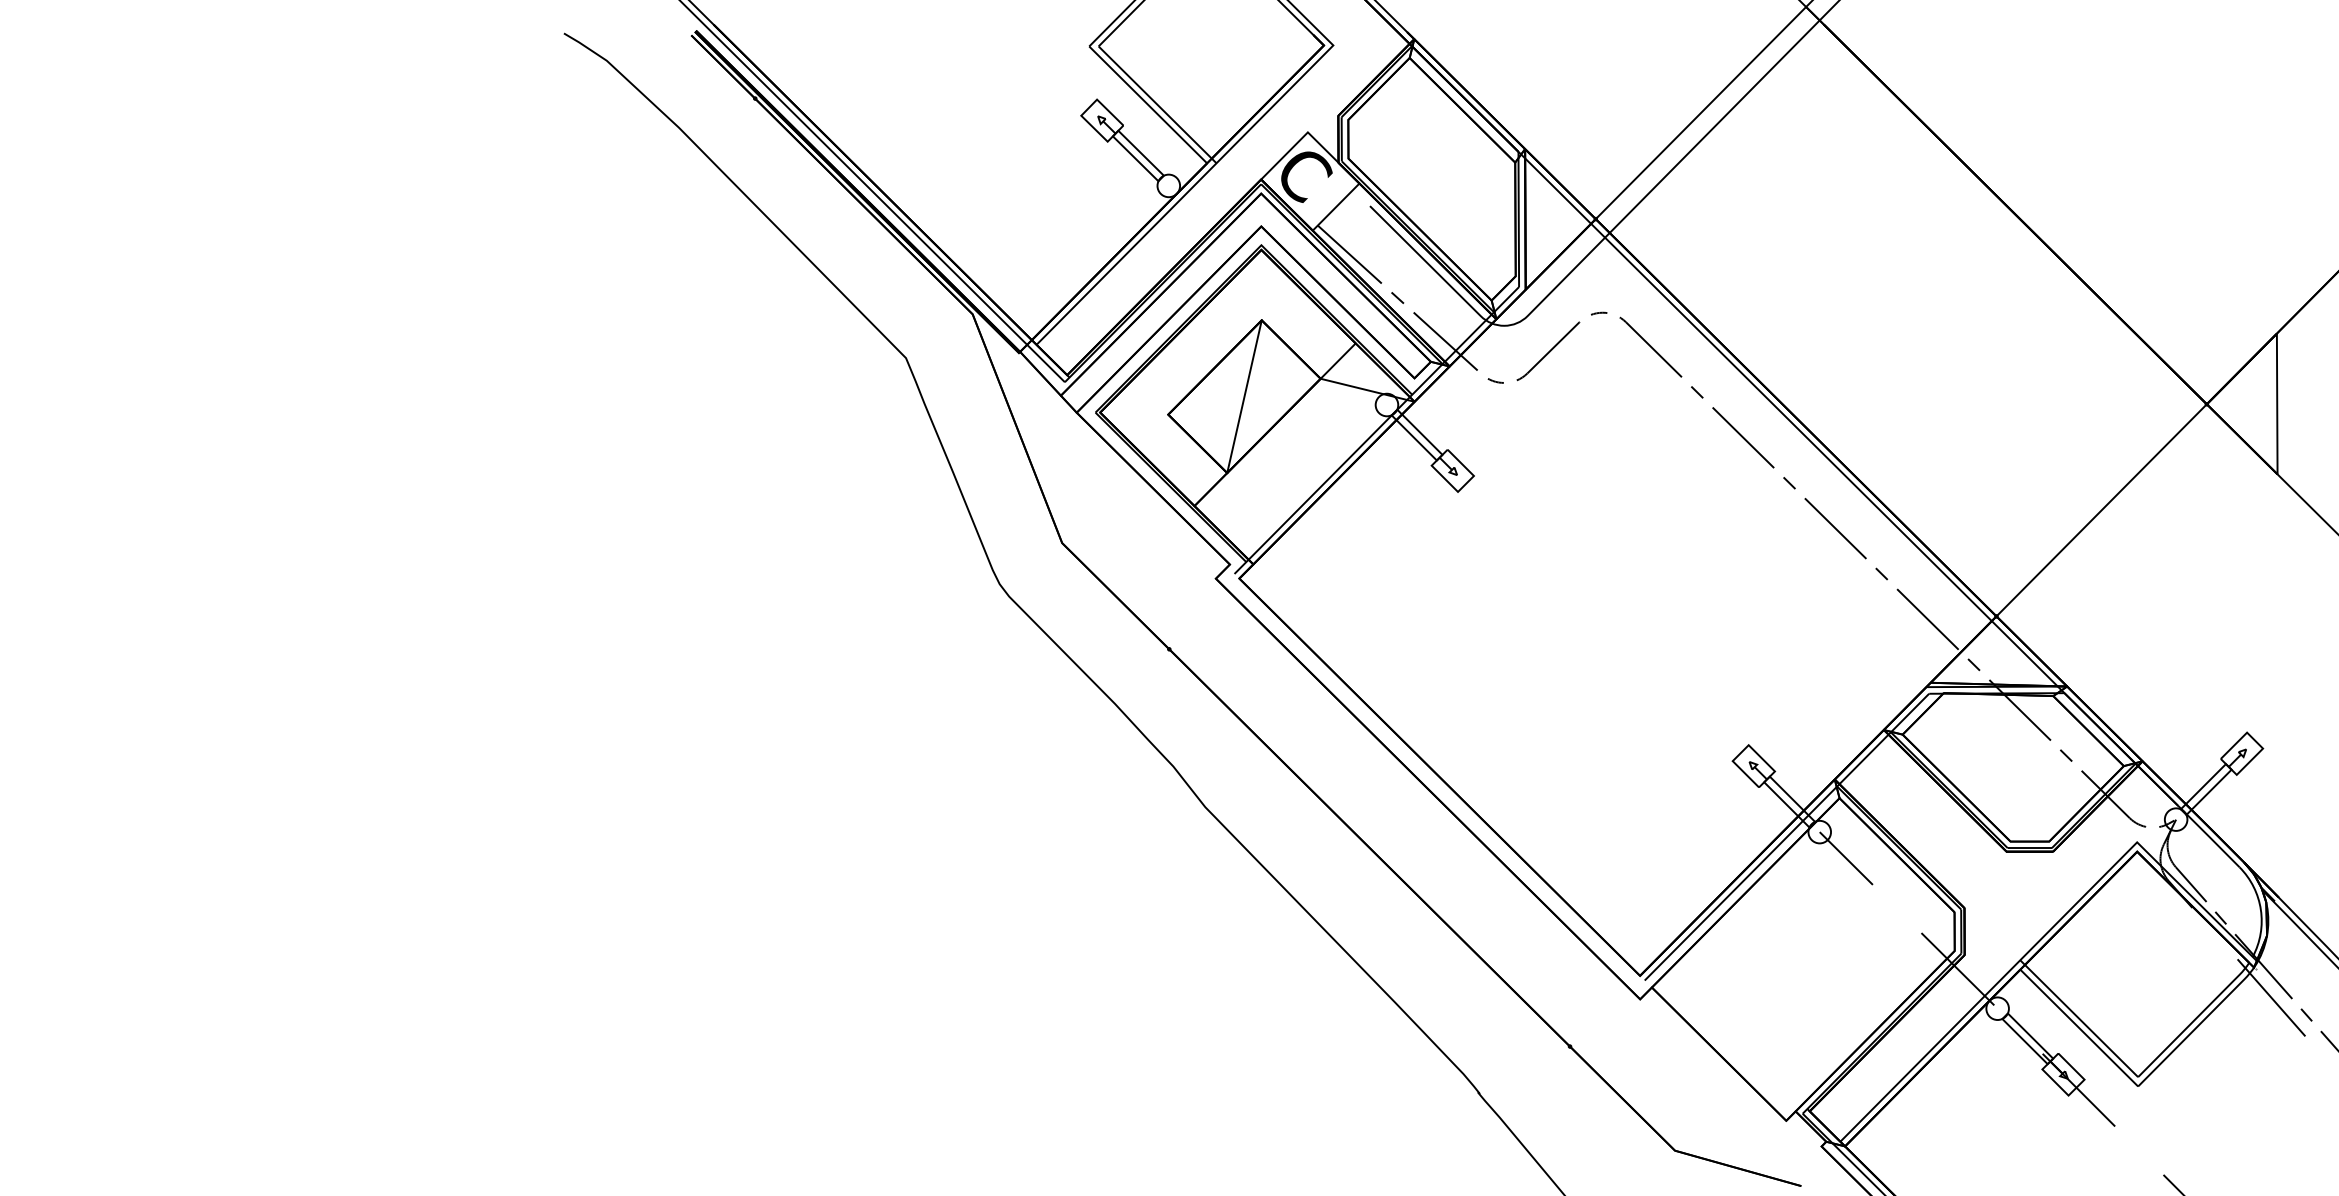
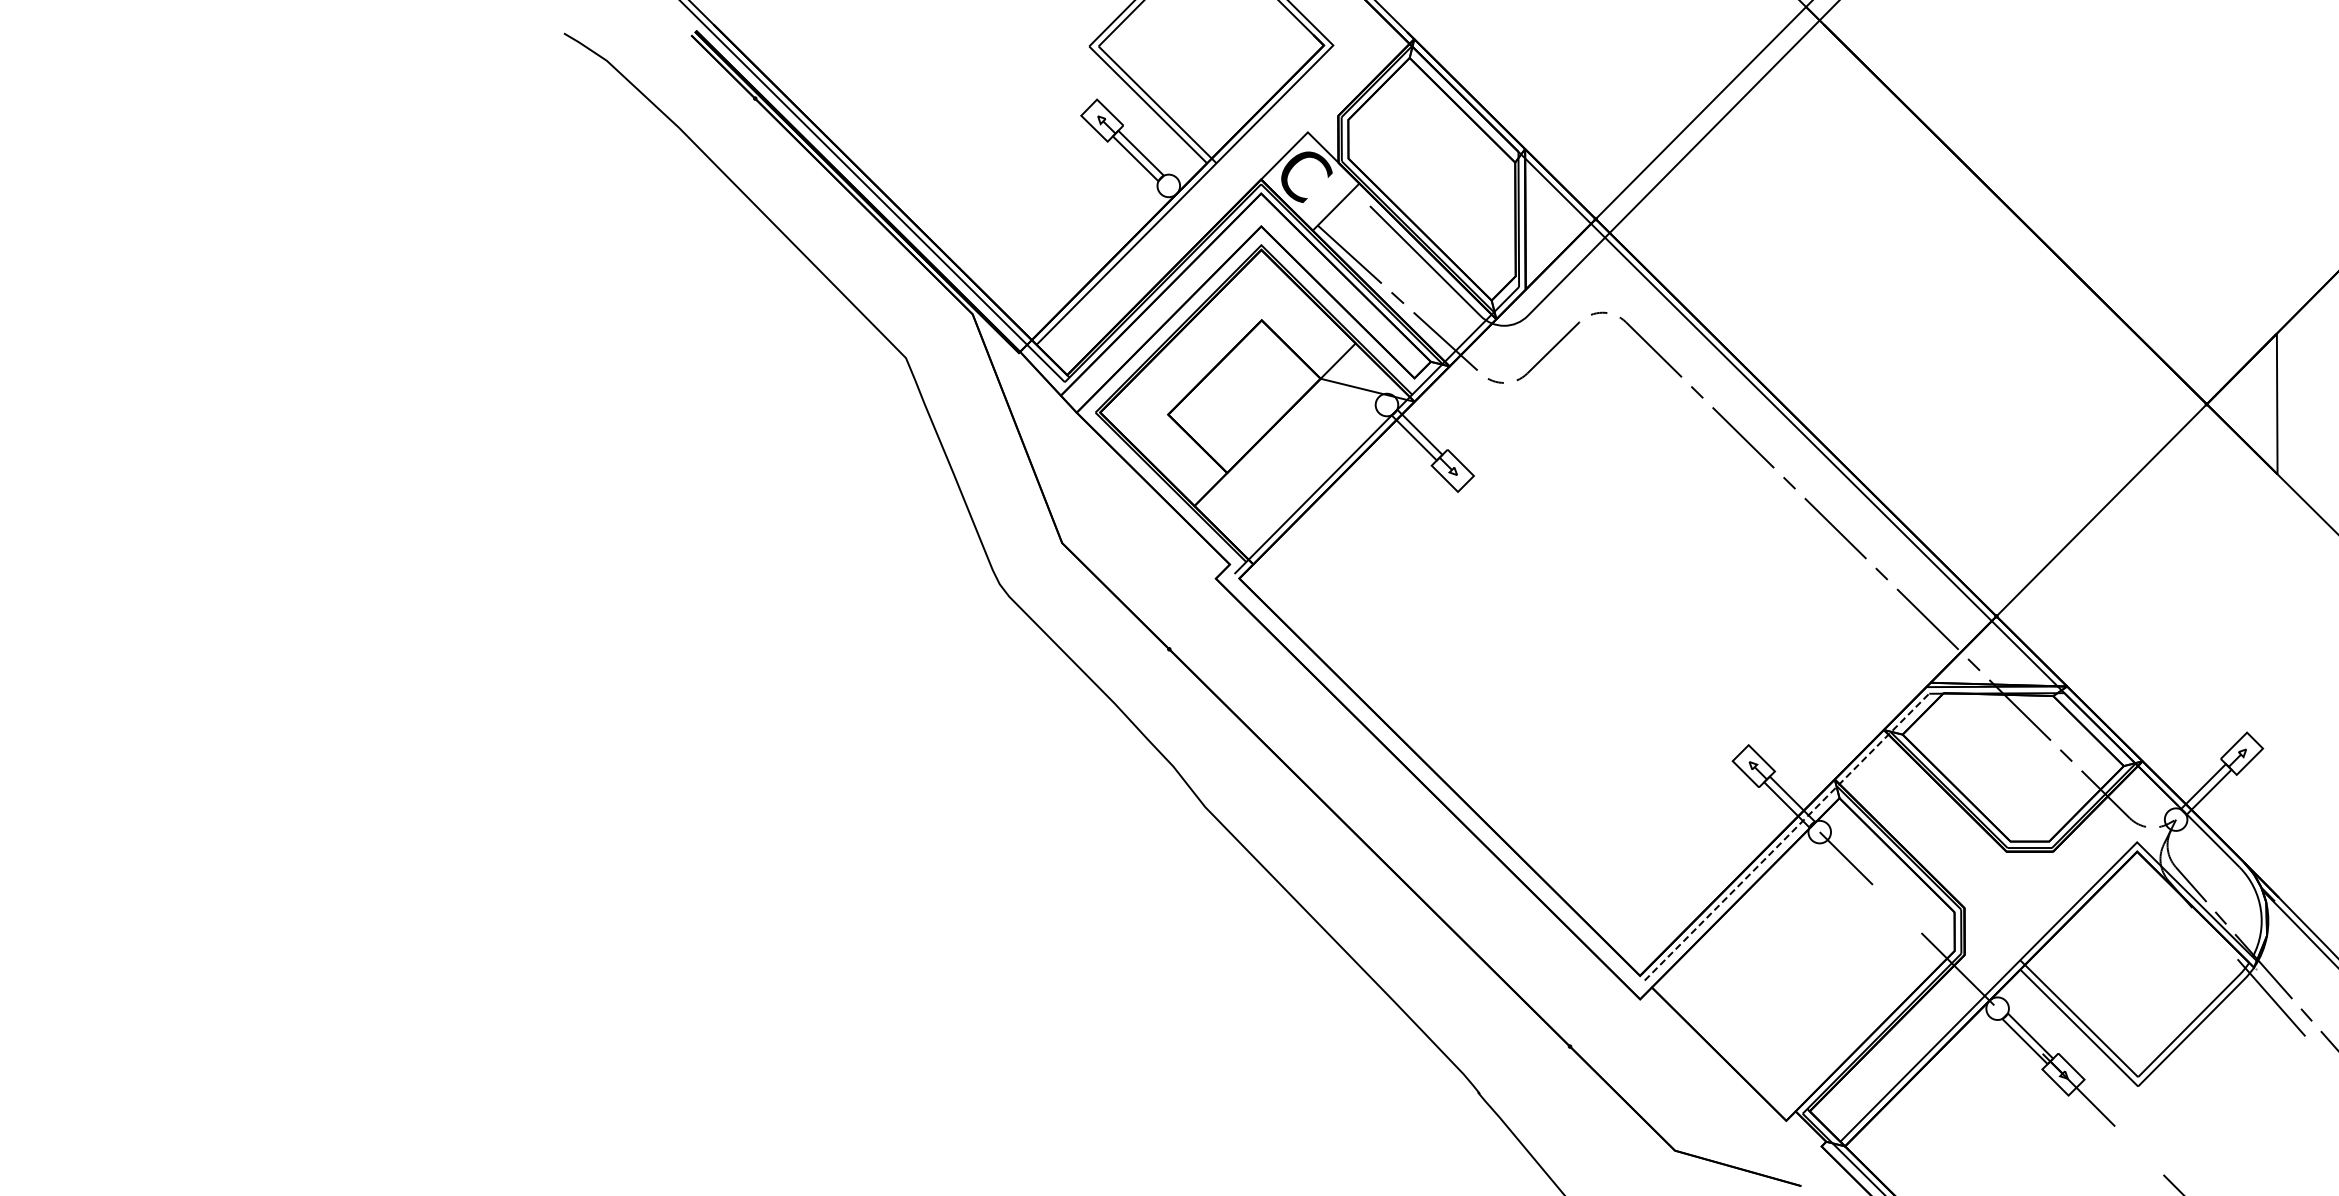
line at (1244, 396): present -> none
line at (1786, 837): solid -> dashed
